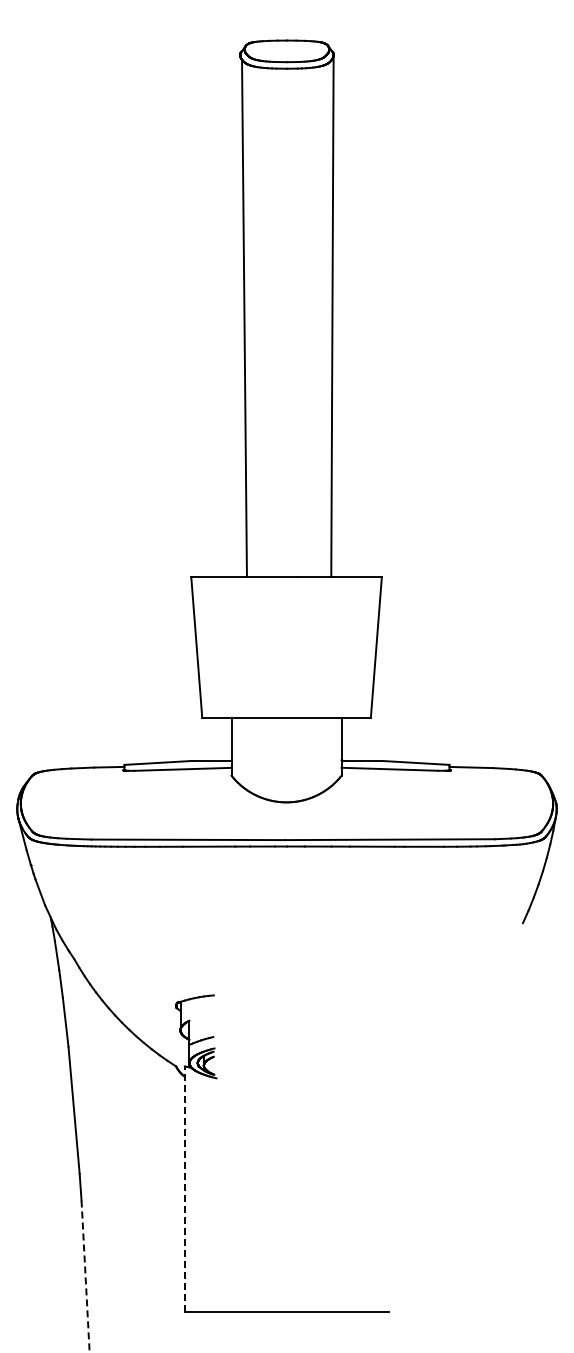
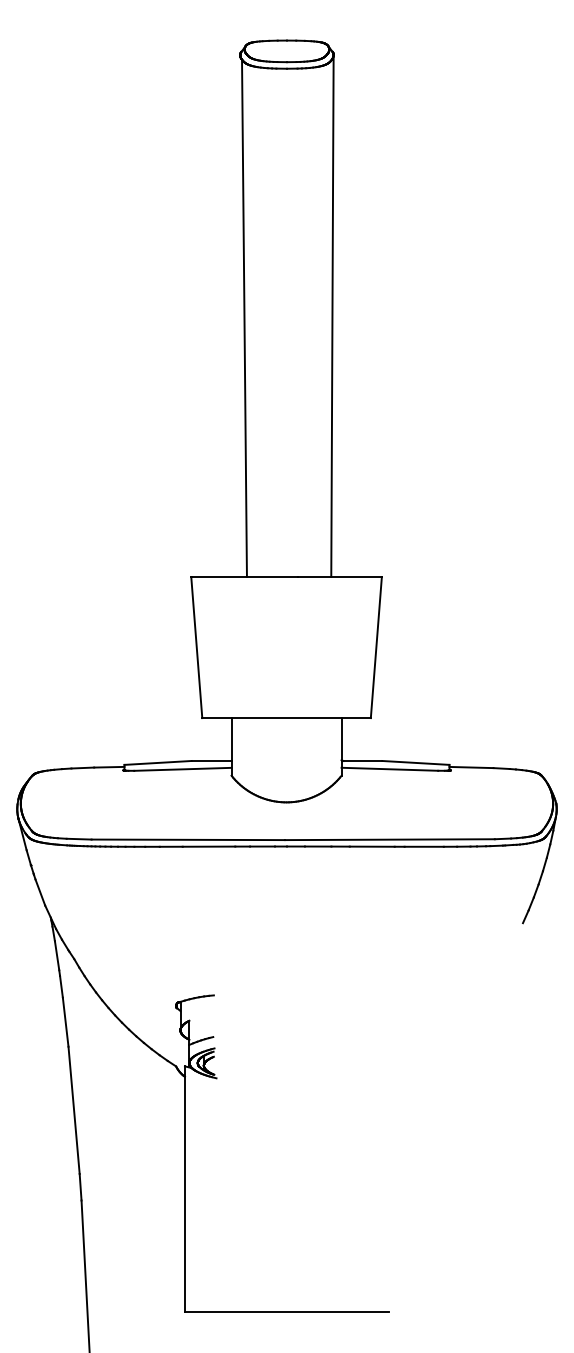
line at (184, 1188): dashed -> solid
line at (85, 1276): dashed -> solid
